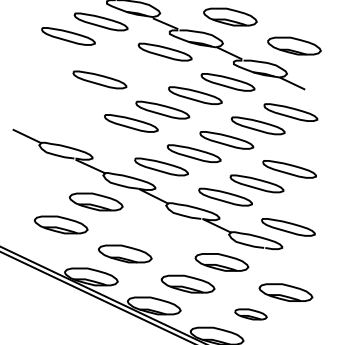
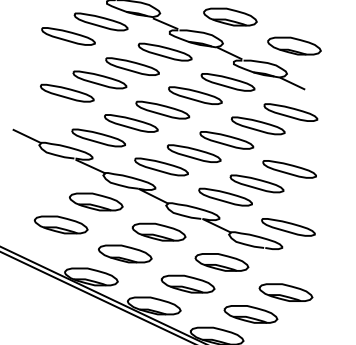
part at (132, 66): none -> present
part at (66, 92): none -> present
part at (98, 137): none -> present
part at (158, 231): none -> present
part at (250, 314) size: 34x13 px -> 56x19 px
